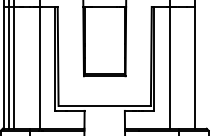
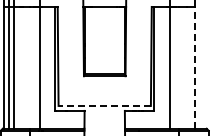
line at (195, 67): solid -> dashed
line at (104, 105): solid -> dashed
